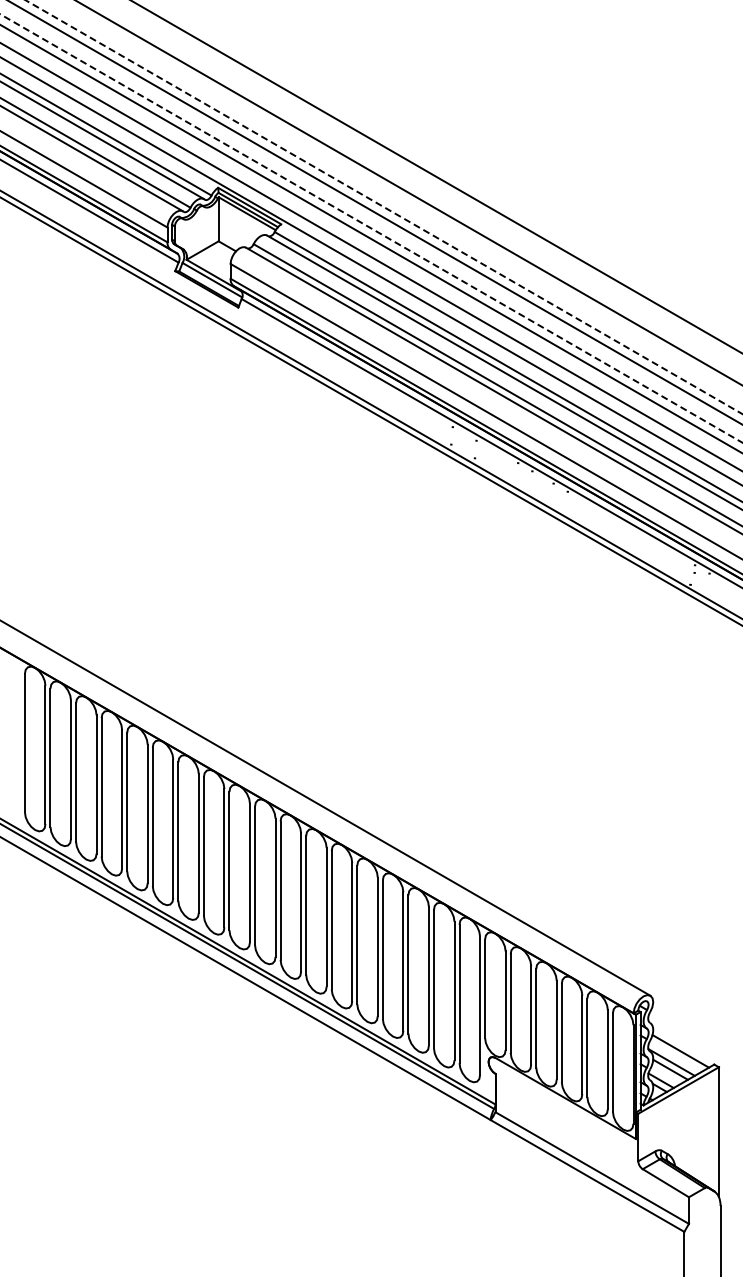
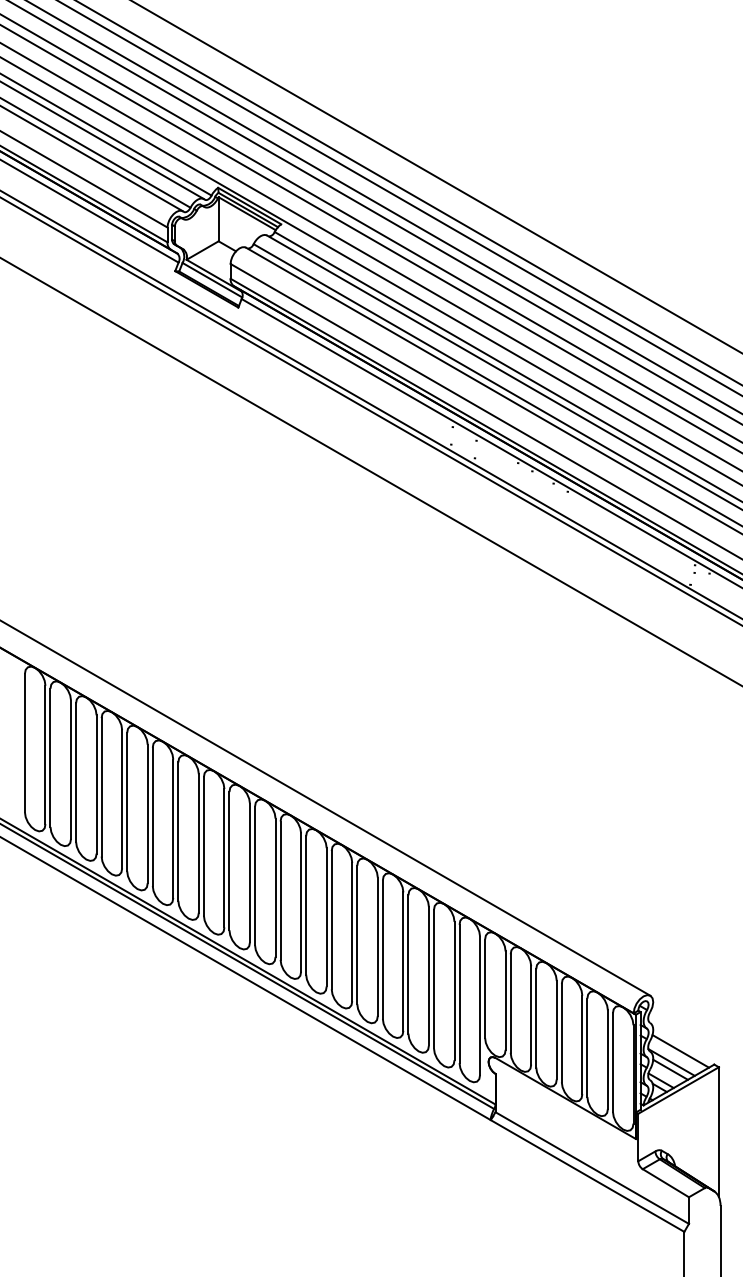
line at (399, 198): none -> present
line at (383, 206): dashed -> solid
line at (371, 228): dashed -> solid
line at (370, 471): none -> present
